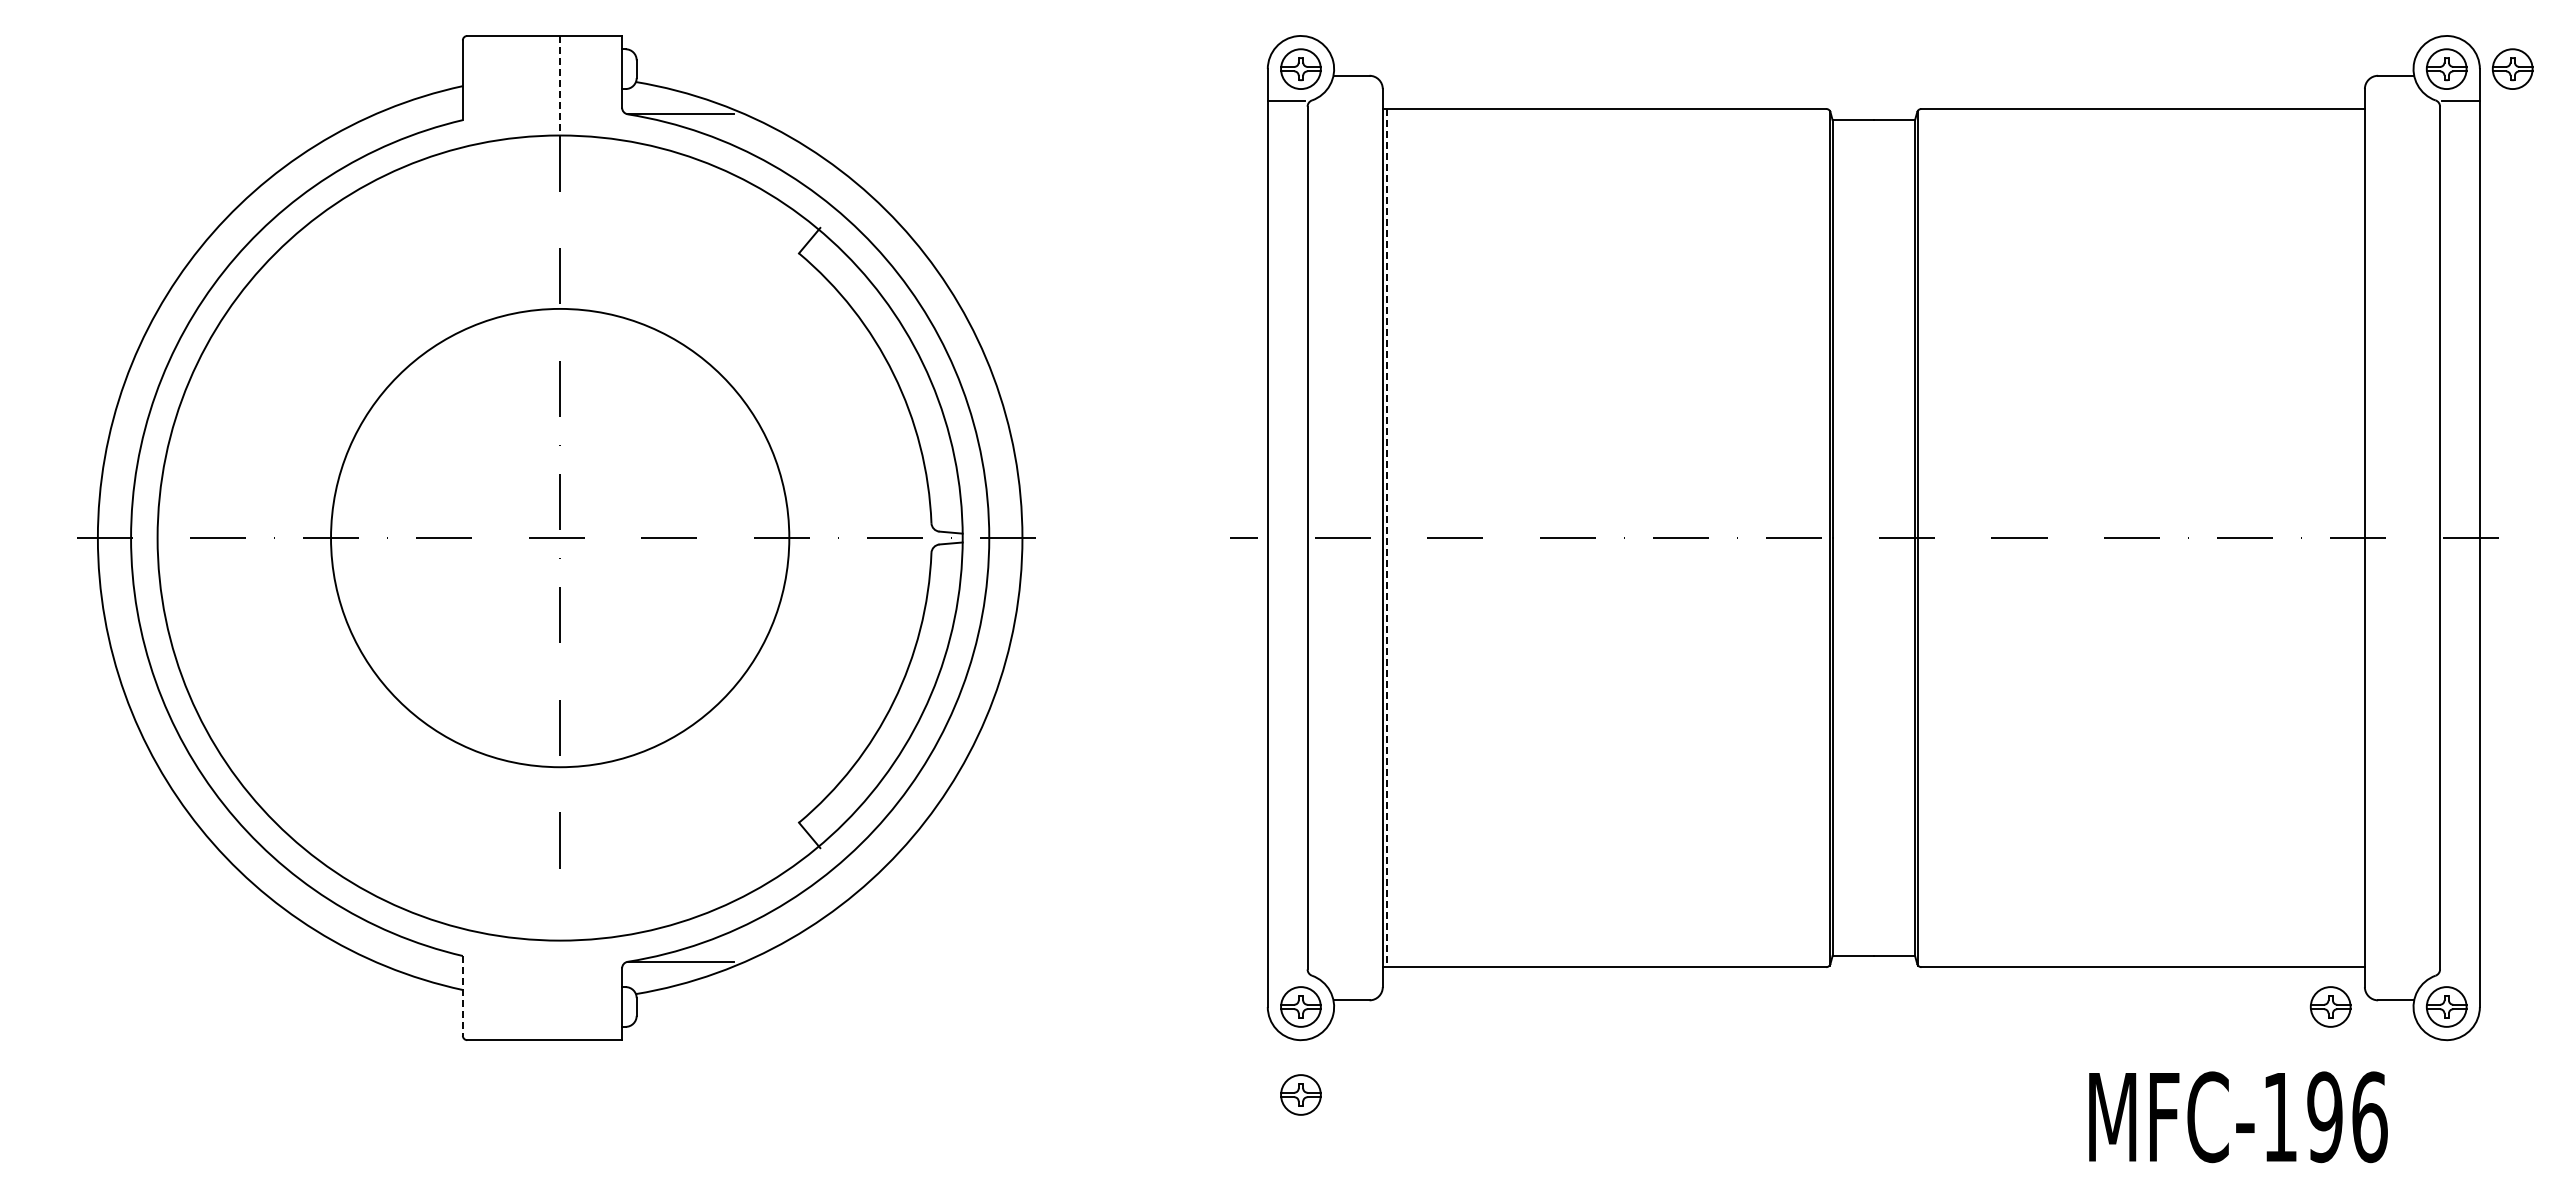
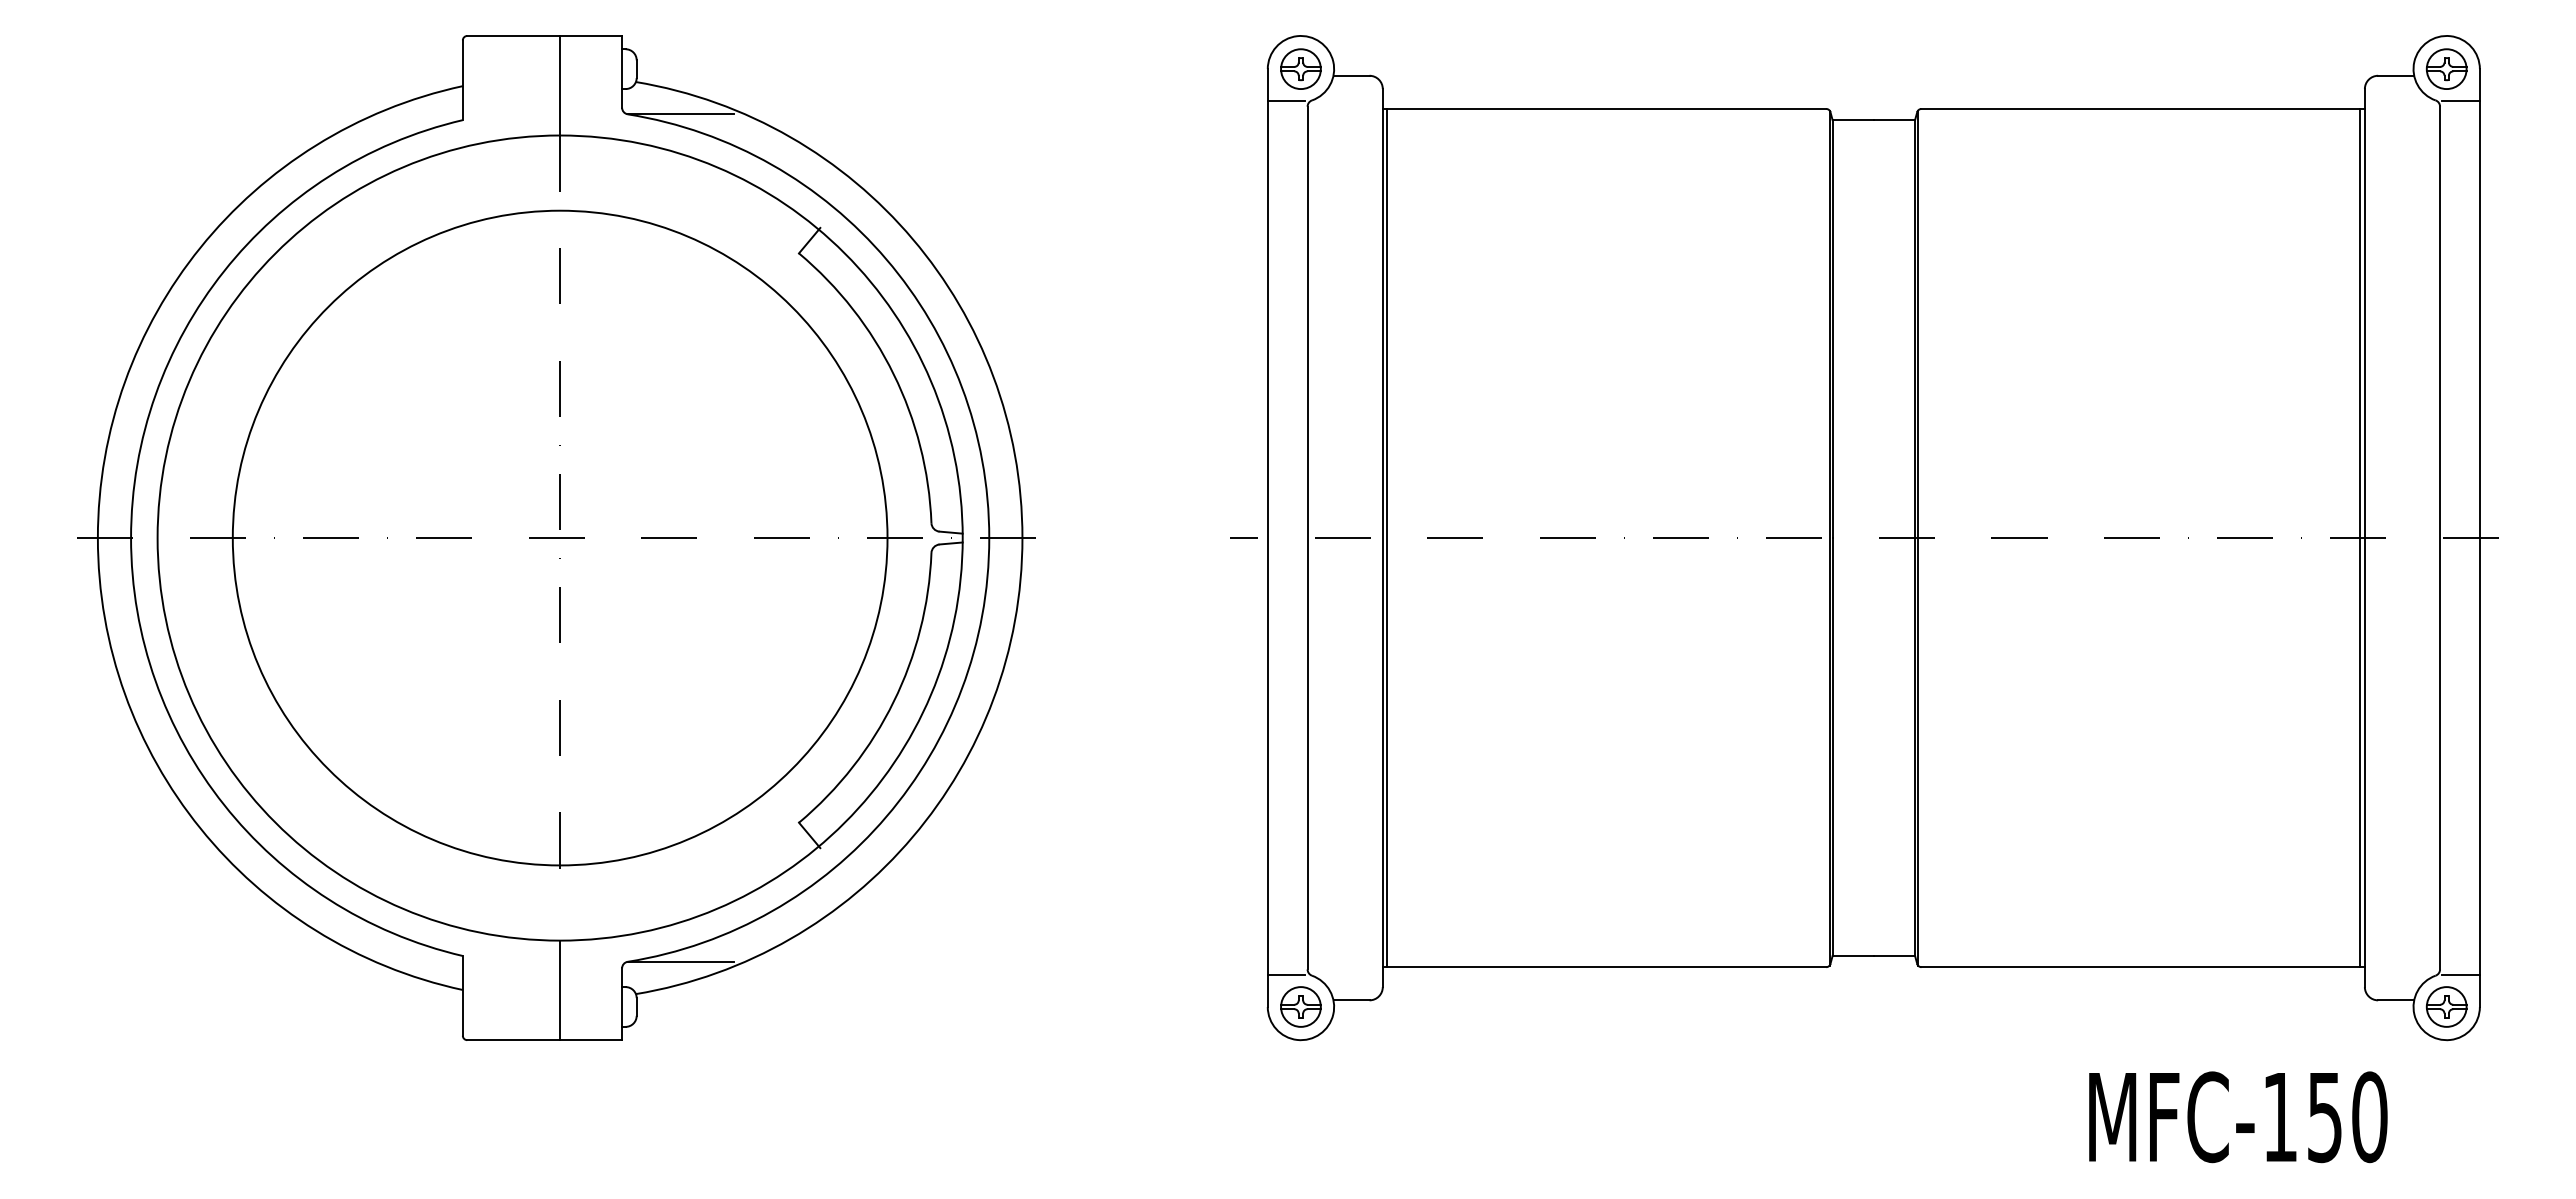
part at (2512, 68): present -> none
line at (560, 85): dashed -> solid
circle at (560, 537) diameter: 458 px -> 655 px
line at (2360, 537): none -> present
line at (1387, 538): dashed -> solid
line at (1286, 975): none -> present
line at (2460, 975): none -> present
line at (560, 990): none -> present
line at (462, 995): dashed -> solid
part at (2330, 1006): present -> none
part at (1300, 1094): present -> none
text at (2347, 1116): MFC-196 -> MFC-150
